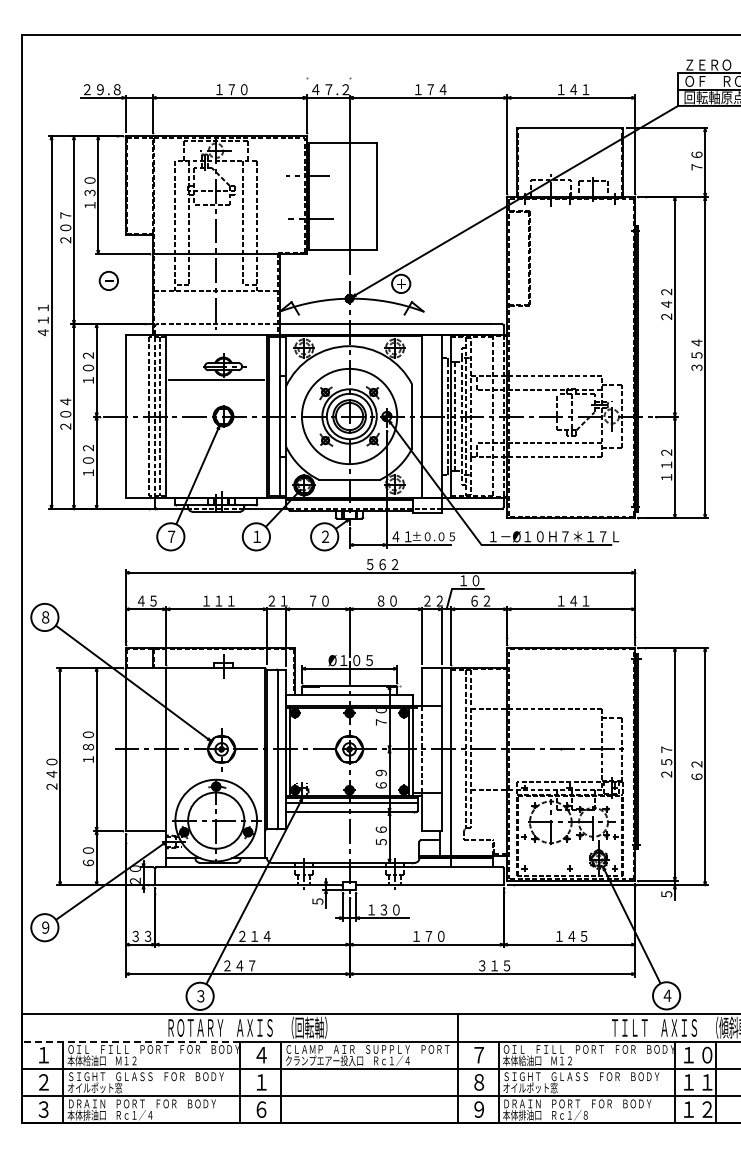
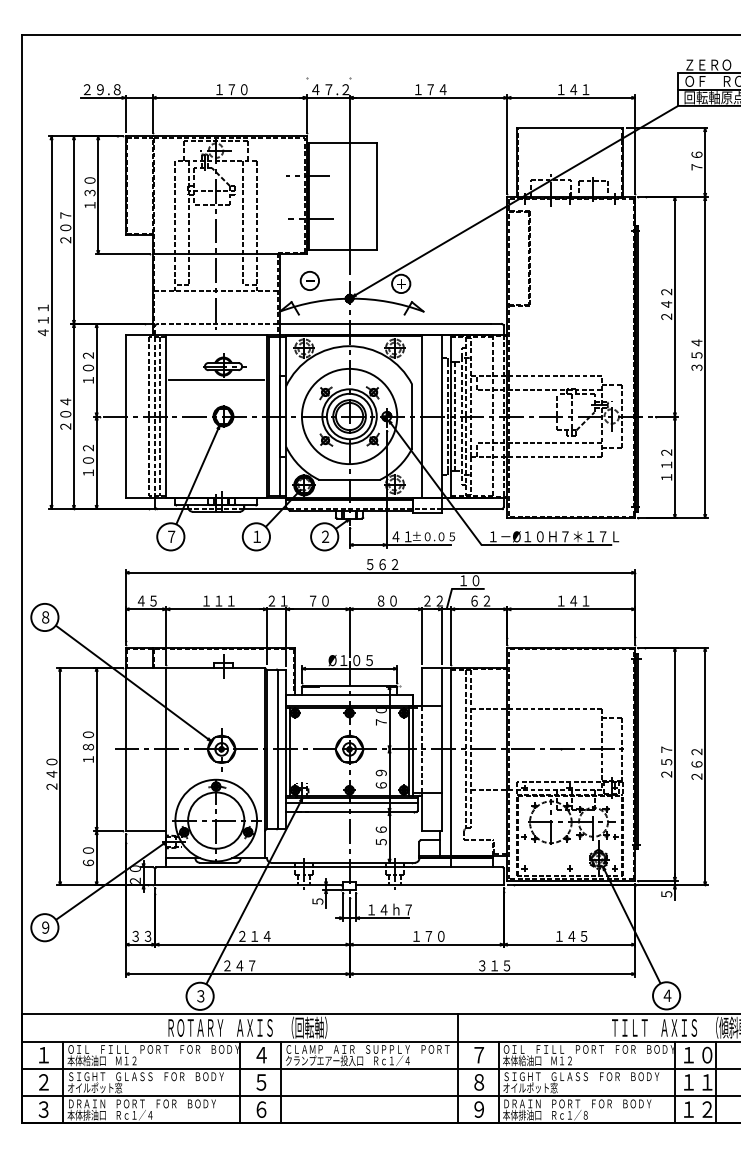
part at (108, 280) position: (108, 280) -> (309, 280)
text at (696, 763): ６２ -> ２６２
text at (395, 909): １３０ -> １４ｈ７
line at (131, 1041): dashed -> solid
text at (261, 1082): １ -> ５
